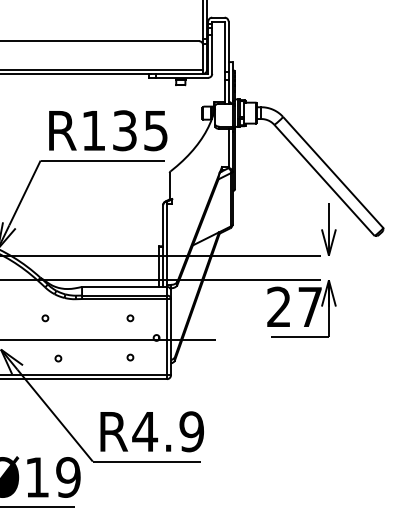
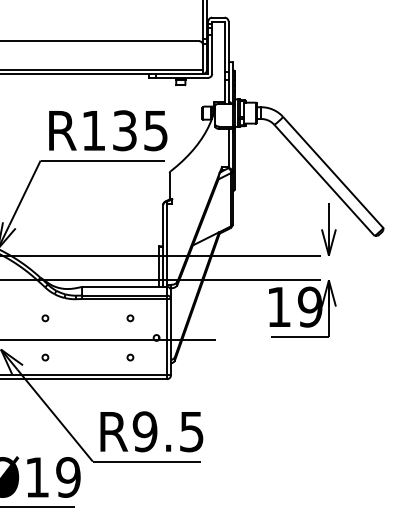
text at (294, 306): 27 -> 19
circle at (58, 358) position: (58, 358) -> (45, 357)
text at (167, 431): R4.9 -> R9.5
